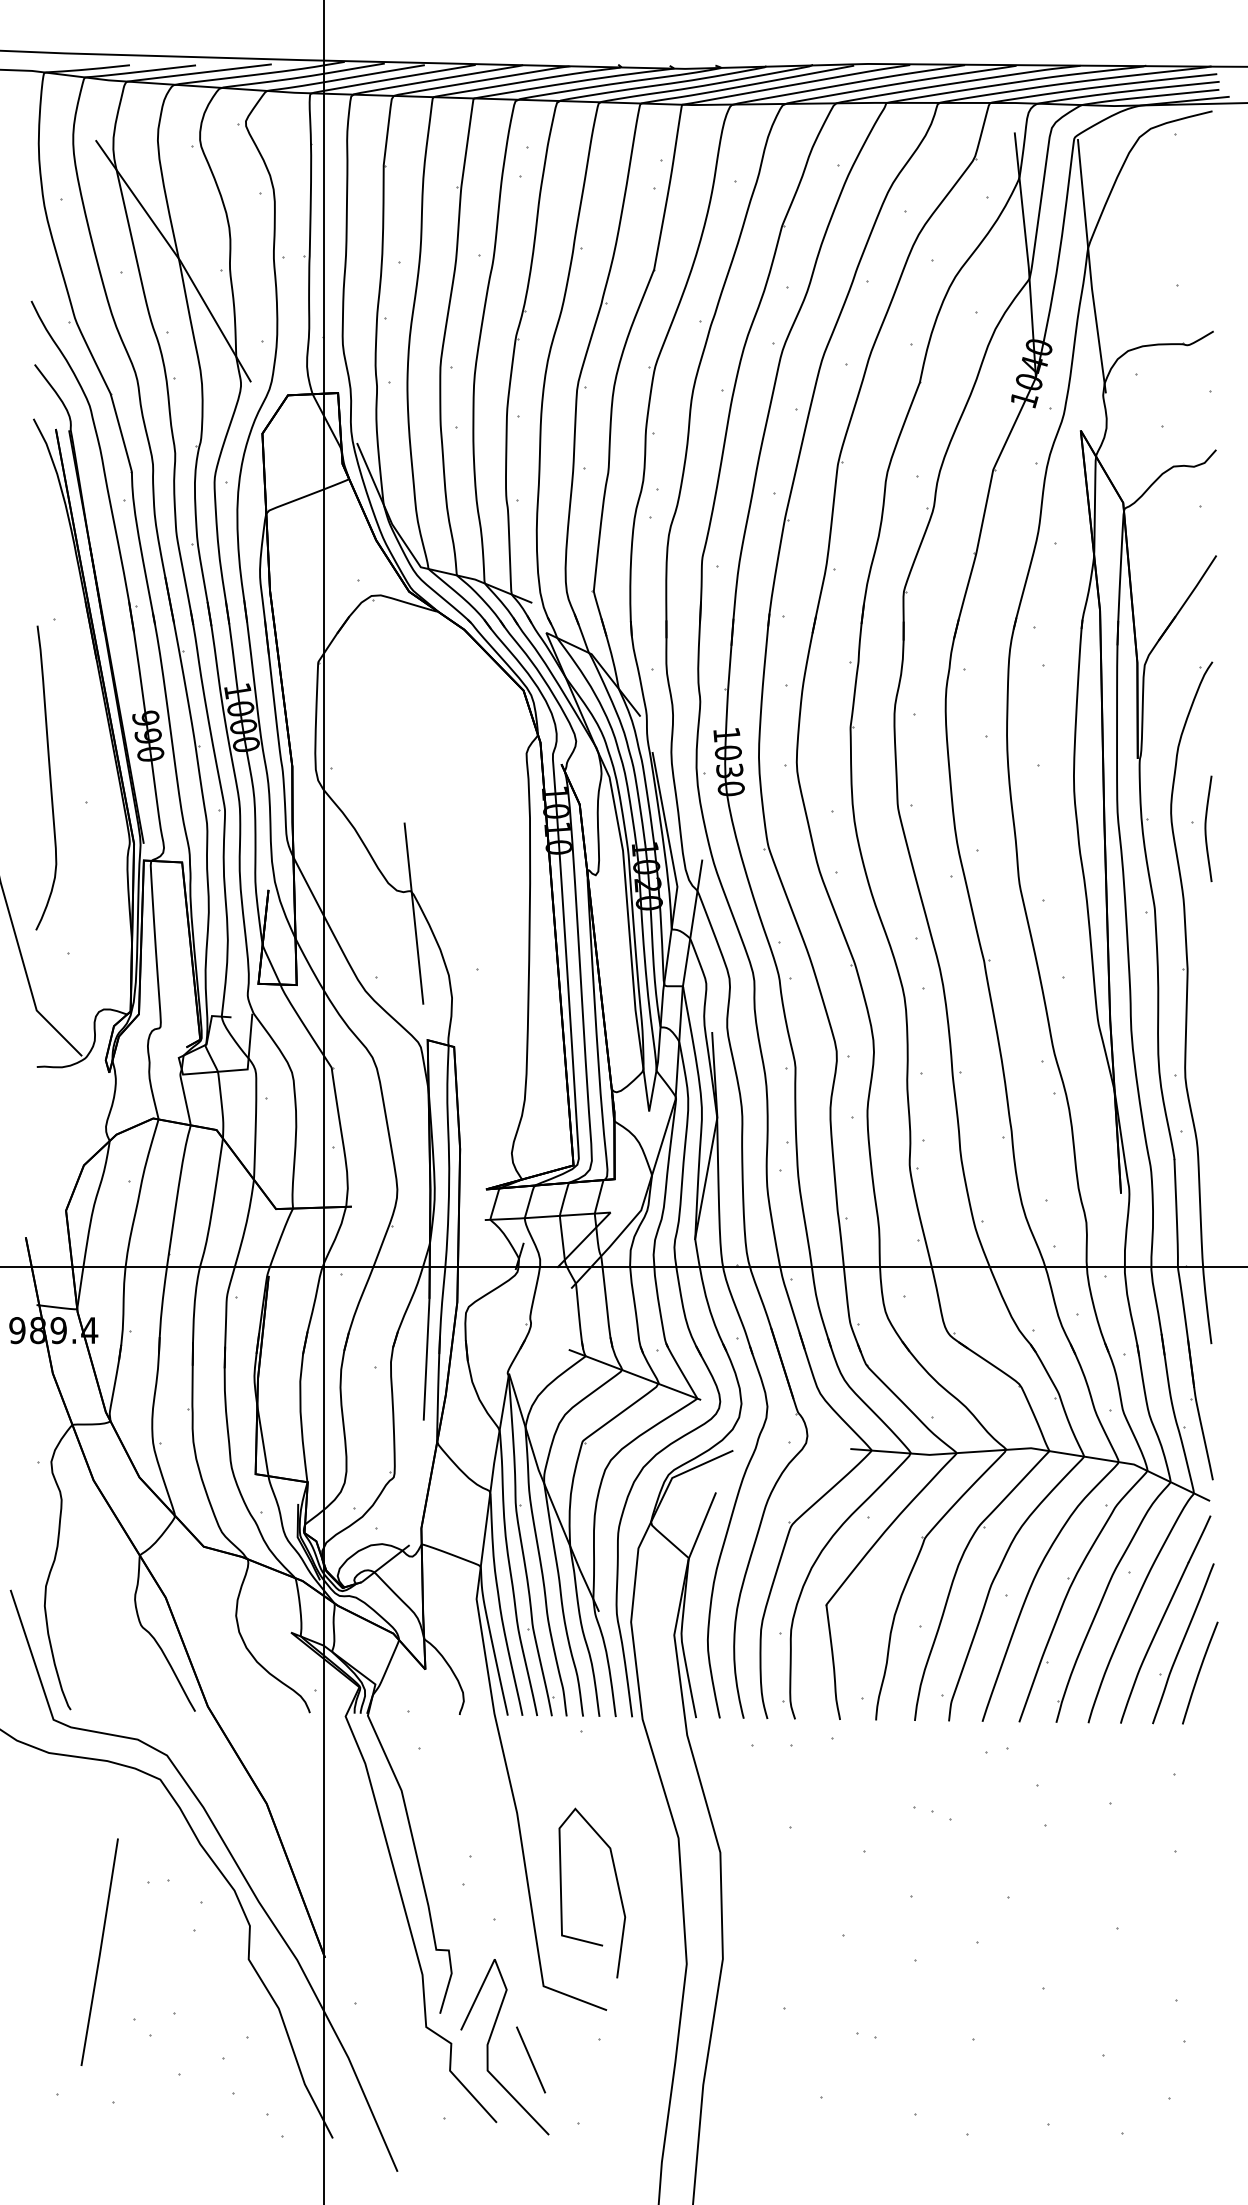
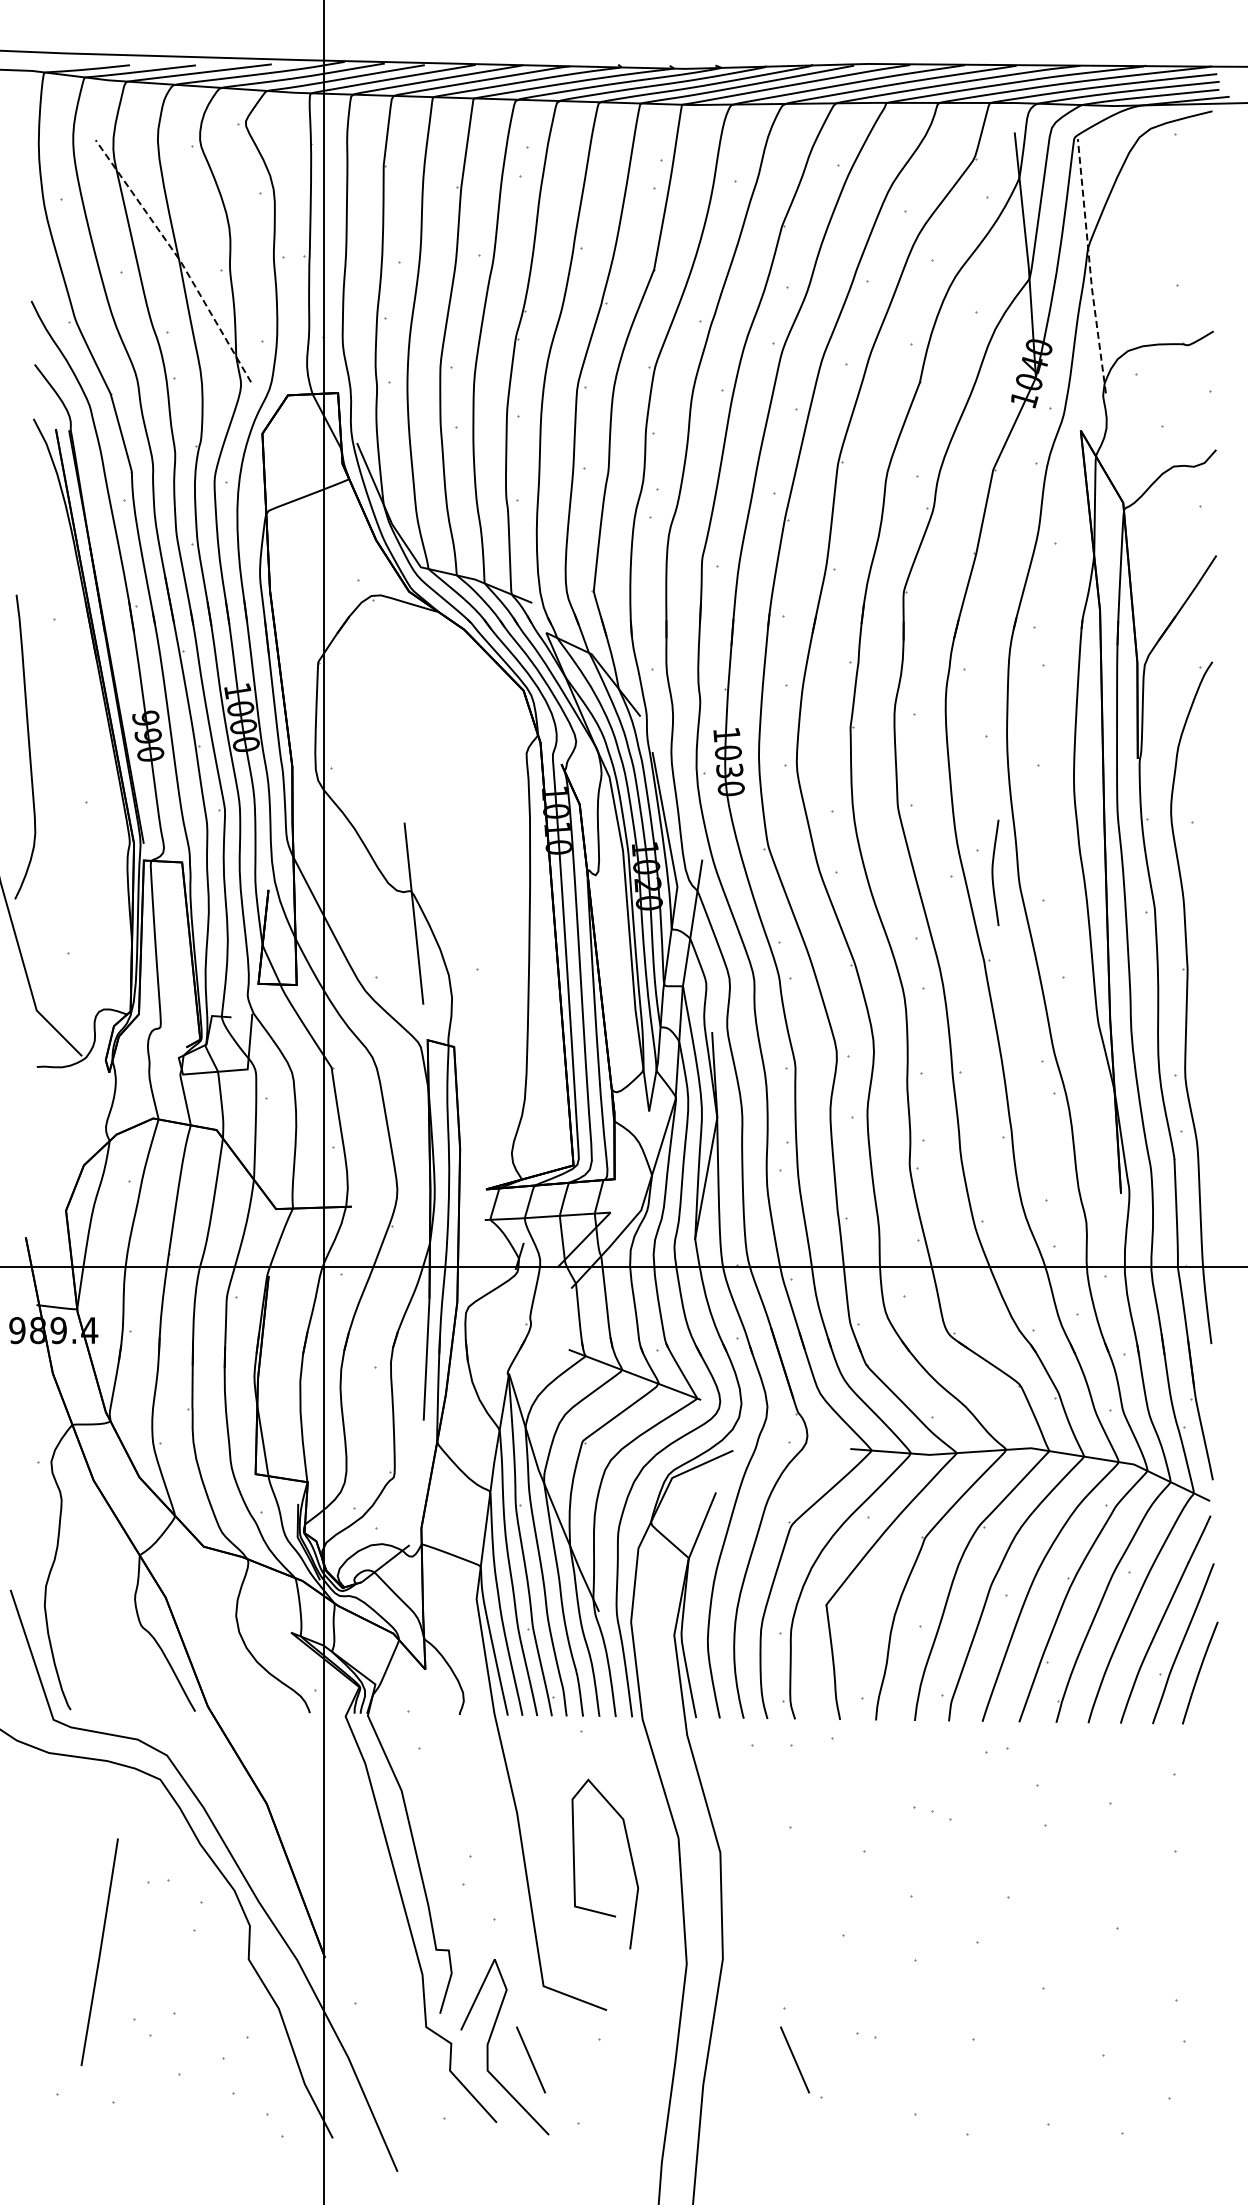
line at (178, 258): solid -> dashed
line at (1089, 267): solid -> dashed
curve at (49, 777) position: (49, 777) -> (28, 746)
curve at (1206, 828) position: (1206, 828) -> (993, 872)
curve at (617, 1887) position: (617, 1887) -> (630, 1858)
line at (795, 2059): none -> present
